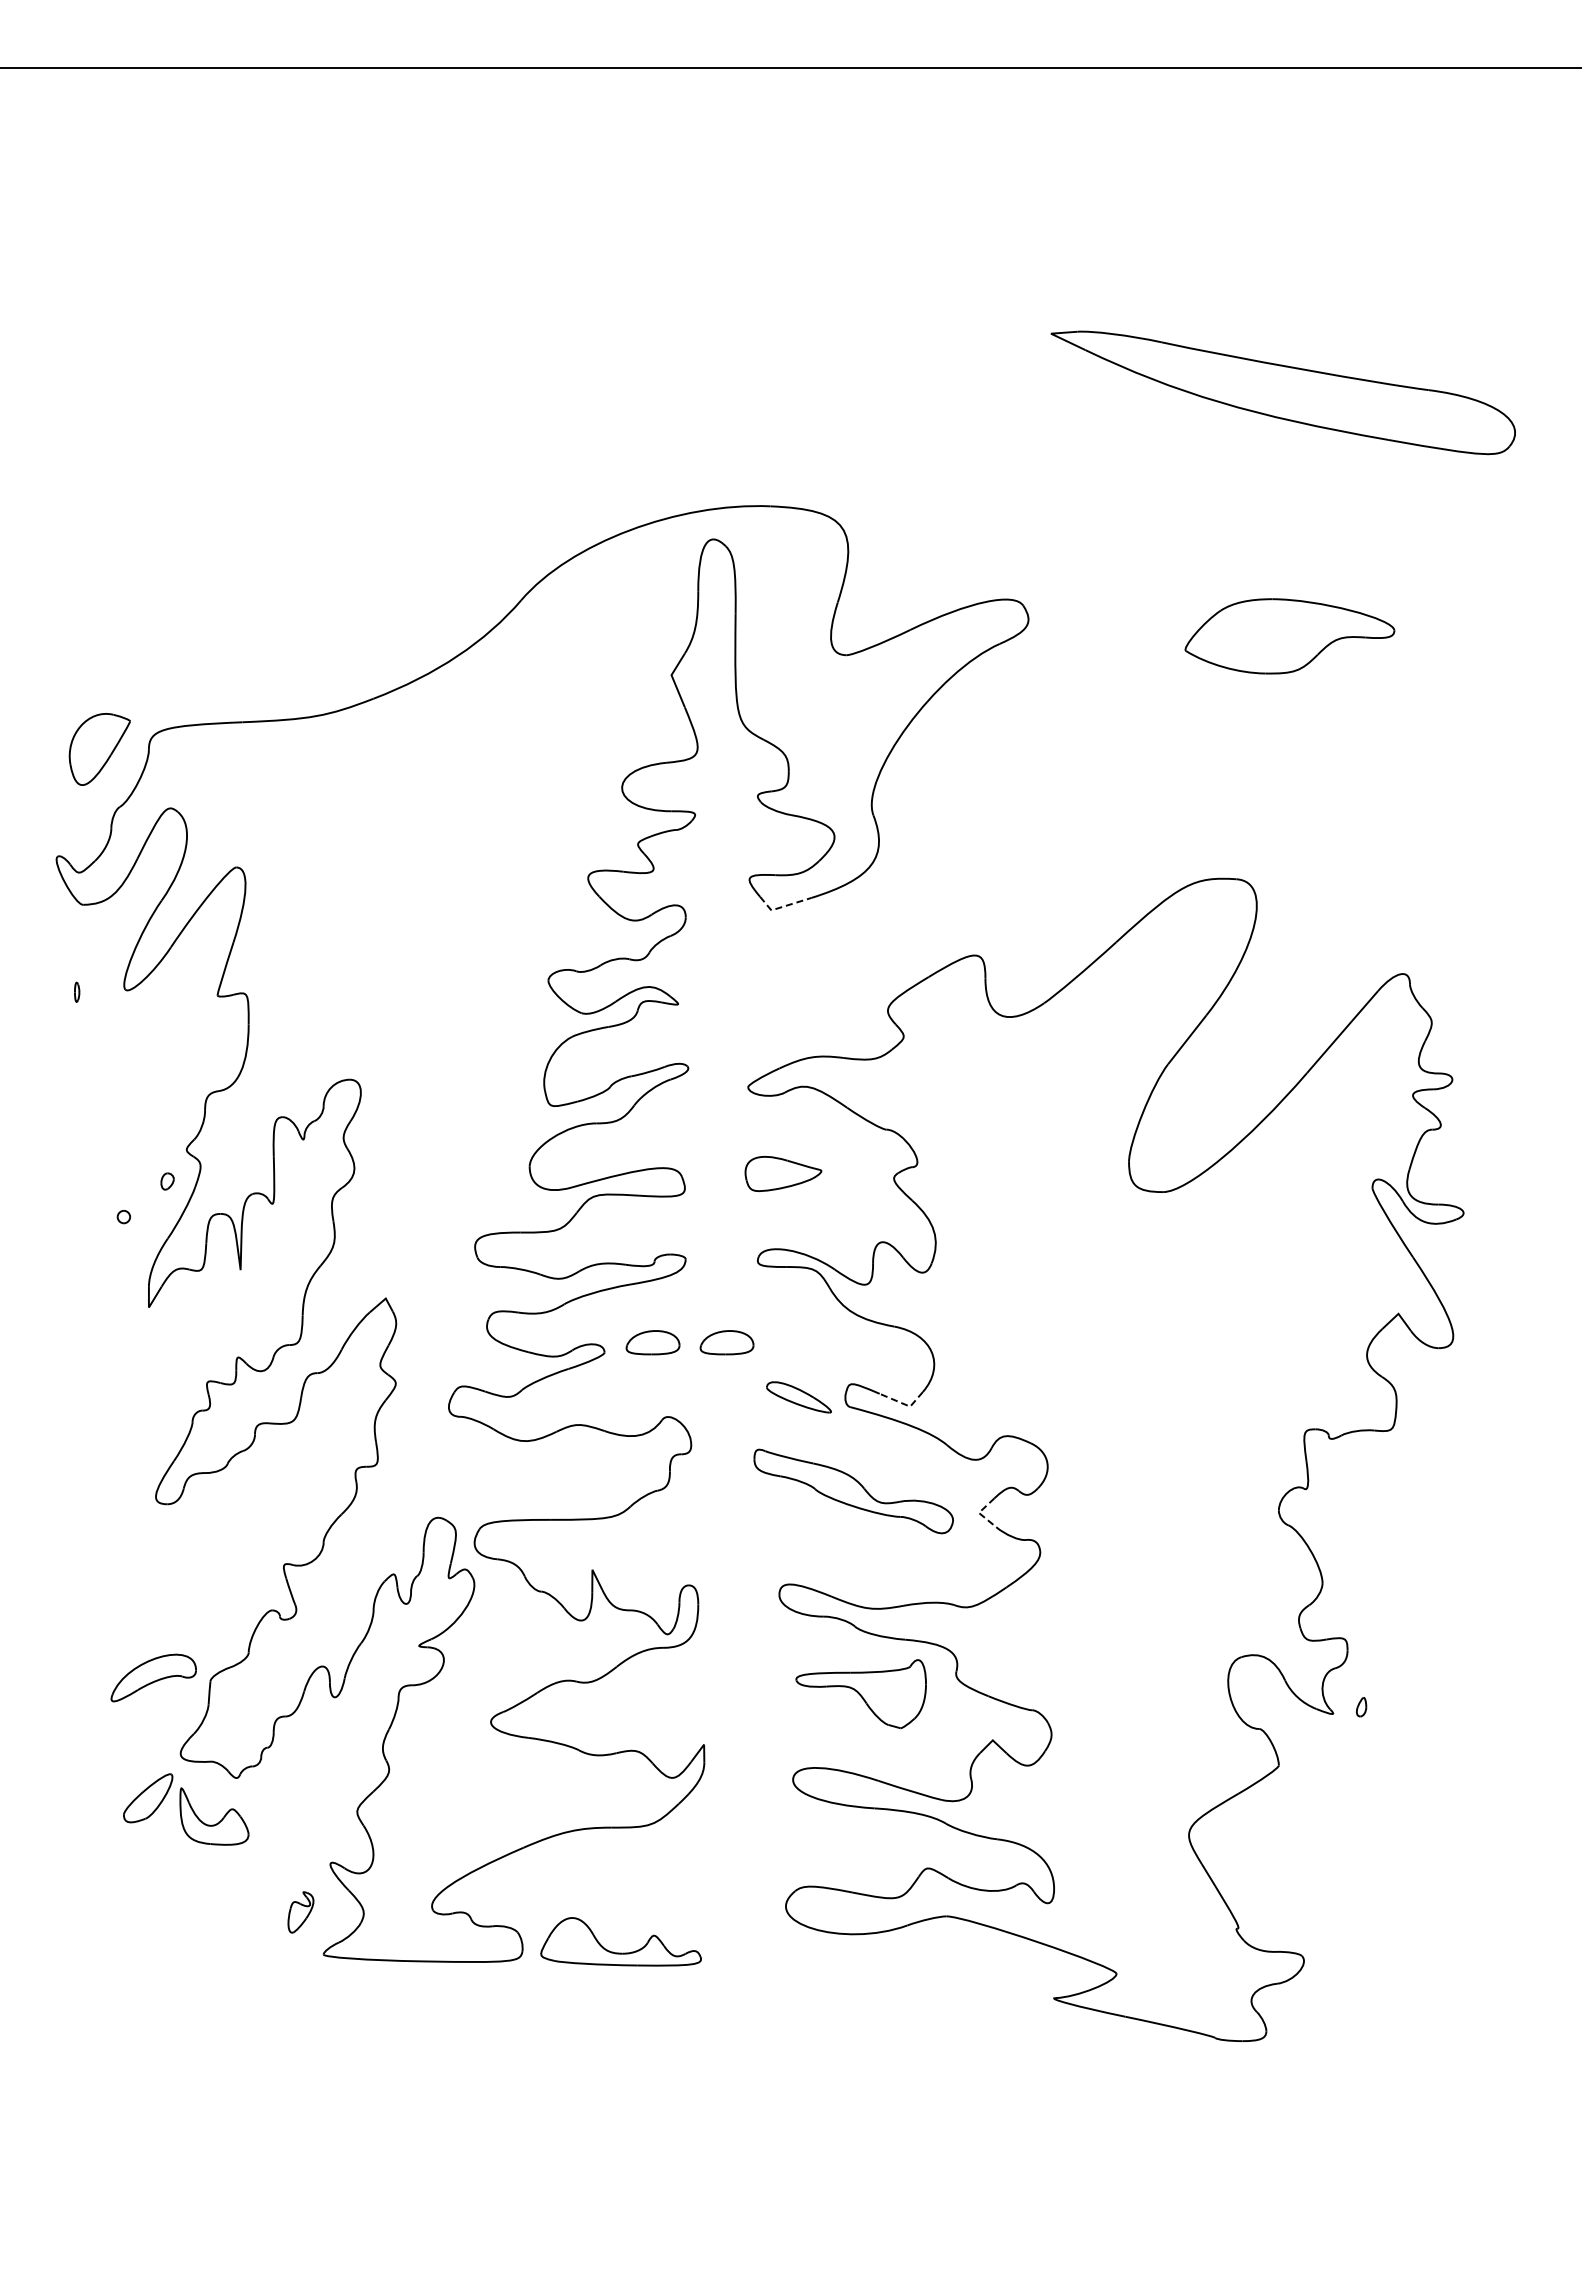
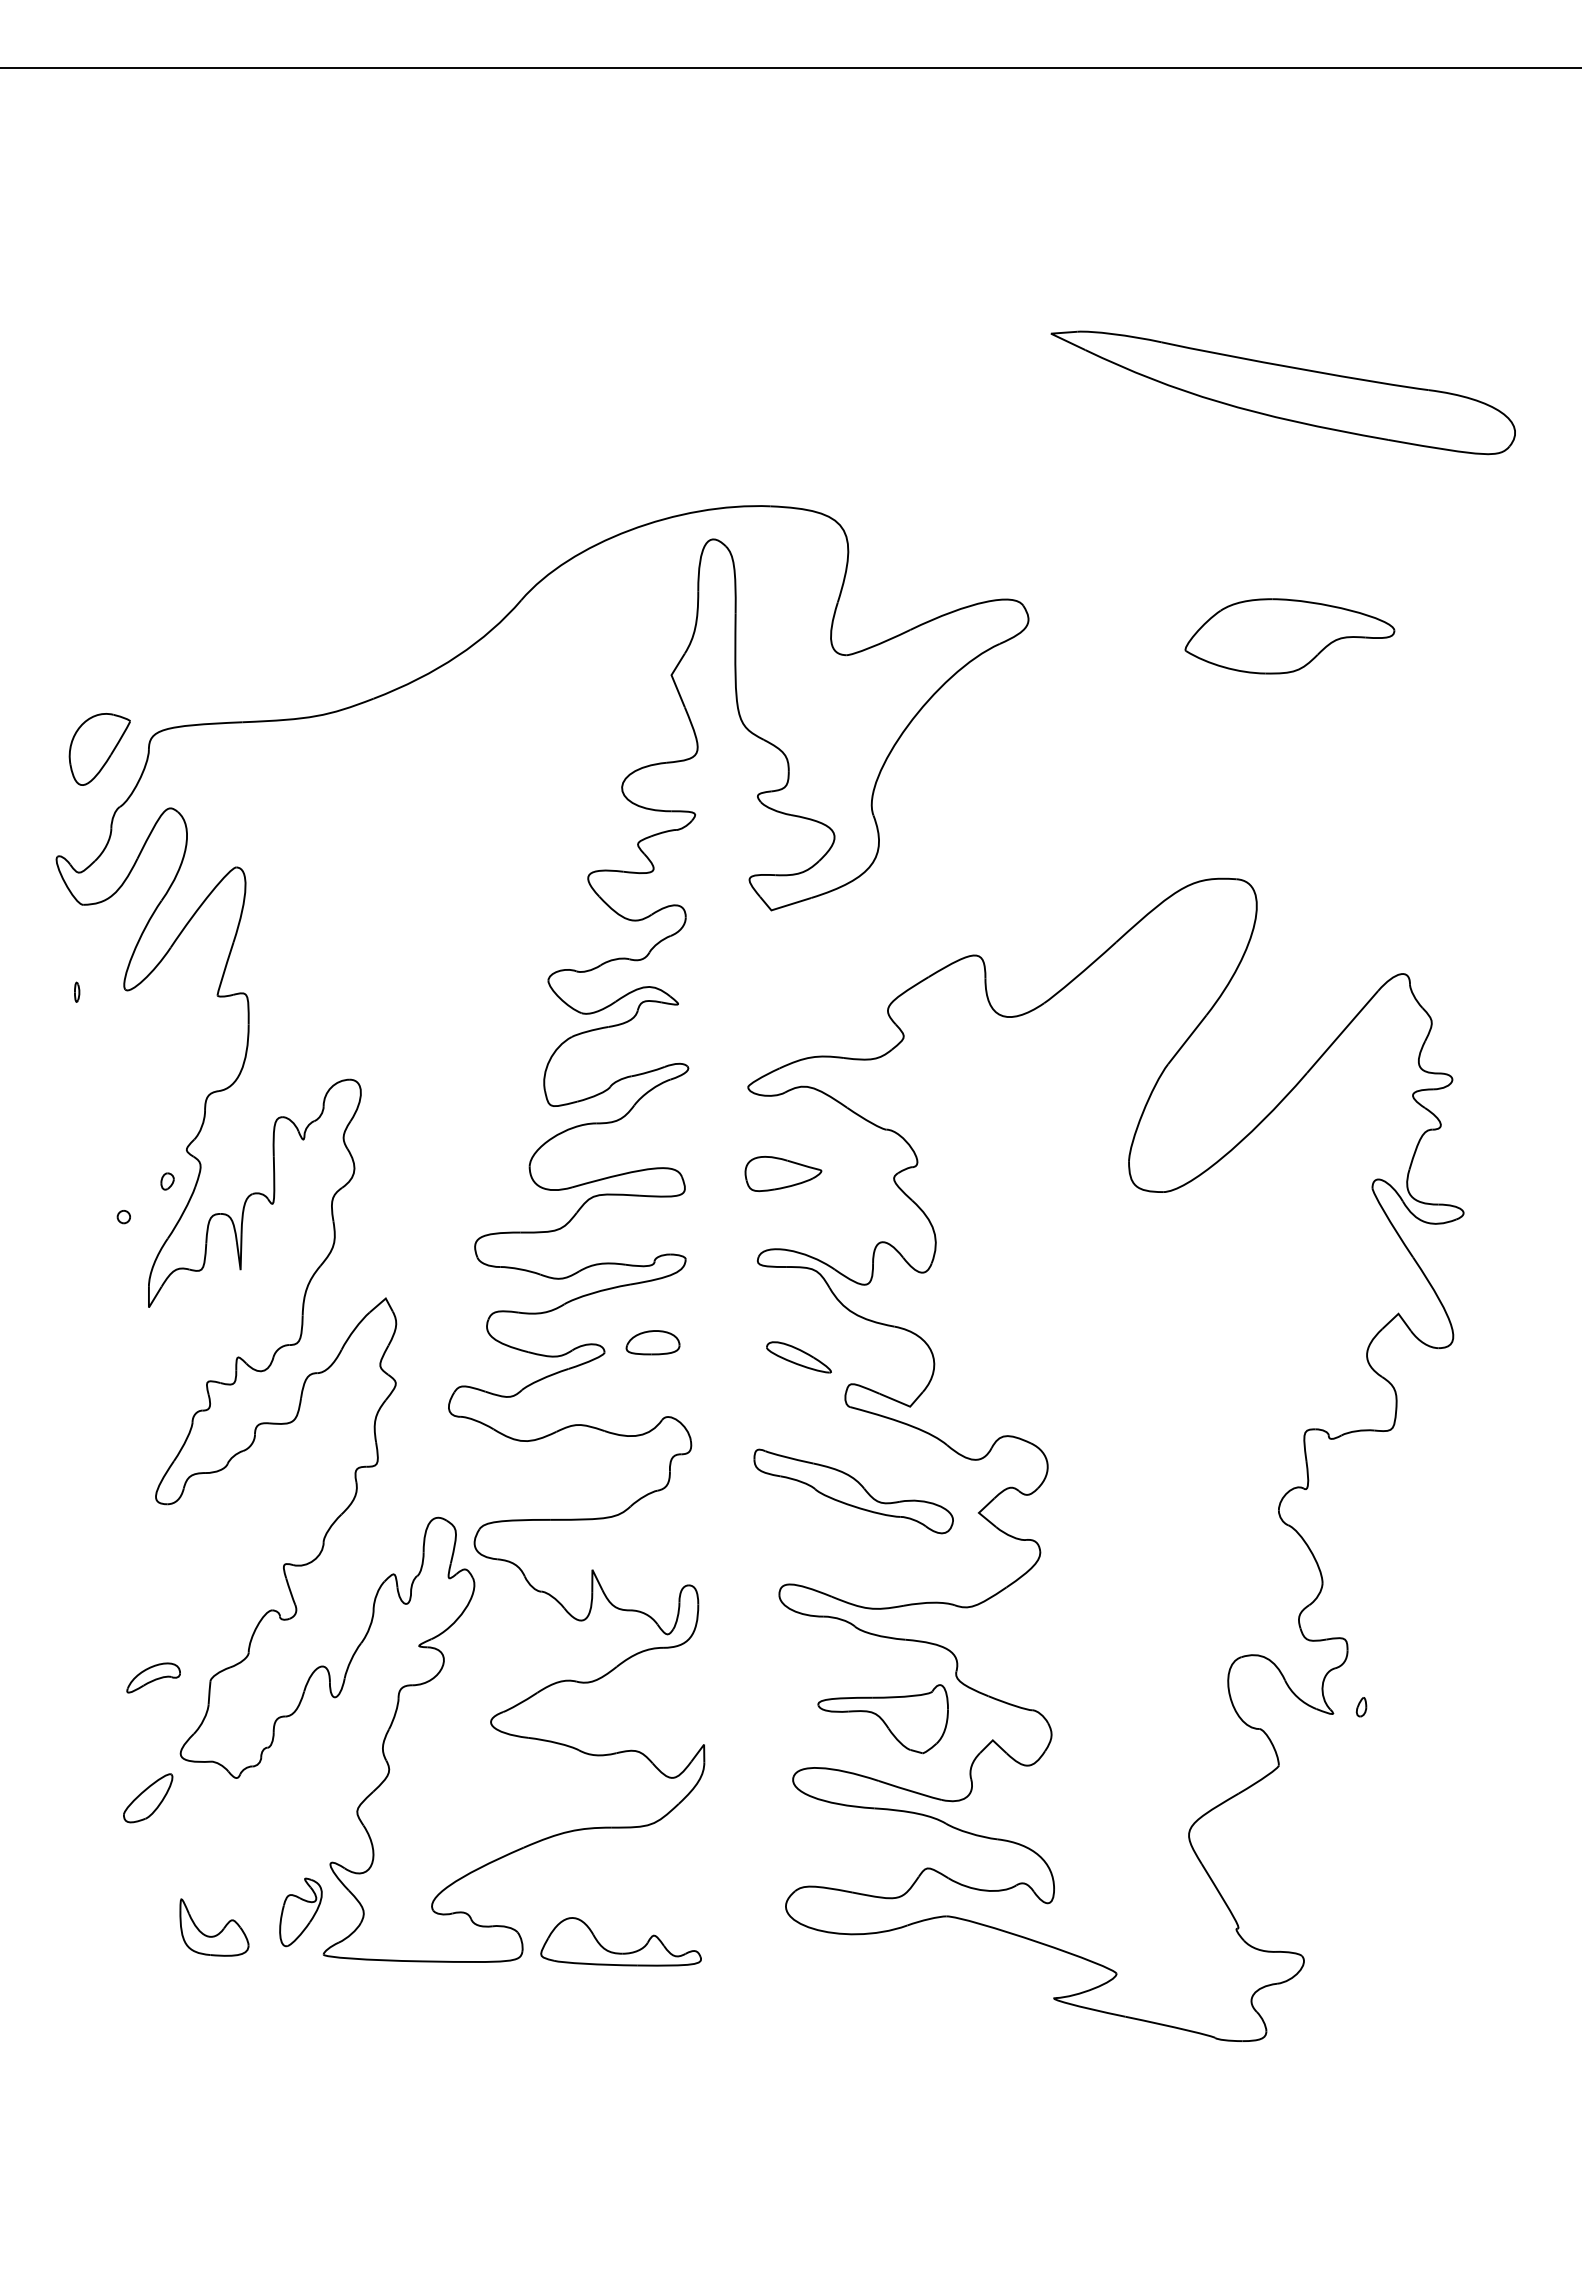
line at (782, 906): dashed -> solid
part at (726, 1342): present -> none
part at (798, 1397) position: (798, 1397) -> (798, 1357)
line at (903, 1404): dashed -> solid
line at (978, 1512): dashed -> solid
part at (153, 1677) size: 87x50 px -> 55x32 px
part at (860, 1694) position: (860, 1694) -> (882, 1719)
part at (217, 1822) position: (217, 1822) -> (217, 1933)
part at (300, 1912) size: 28x43 px -> 44x71 px
